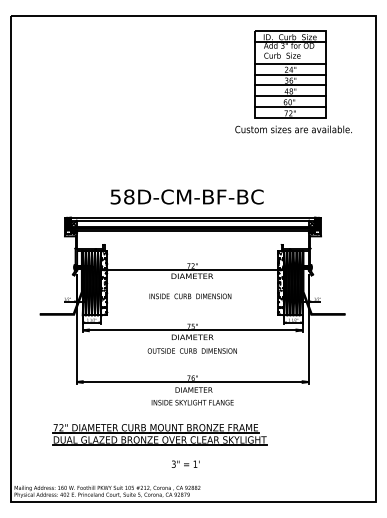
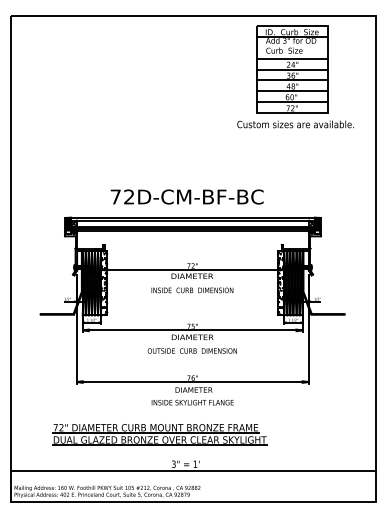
part at (293, 81) position: (293, 81) -> (295, 76)
text at (122, 196): 58D-CM-BF-BC -> 72D-CM-BF-BC
text at (190, 296) position: (190, 296) -> (192, 290)
line at (193, 471): none -> present
